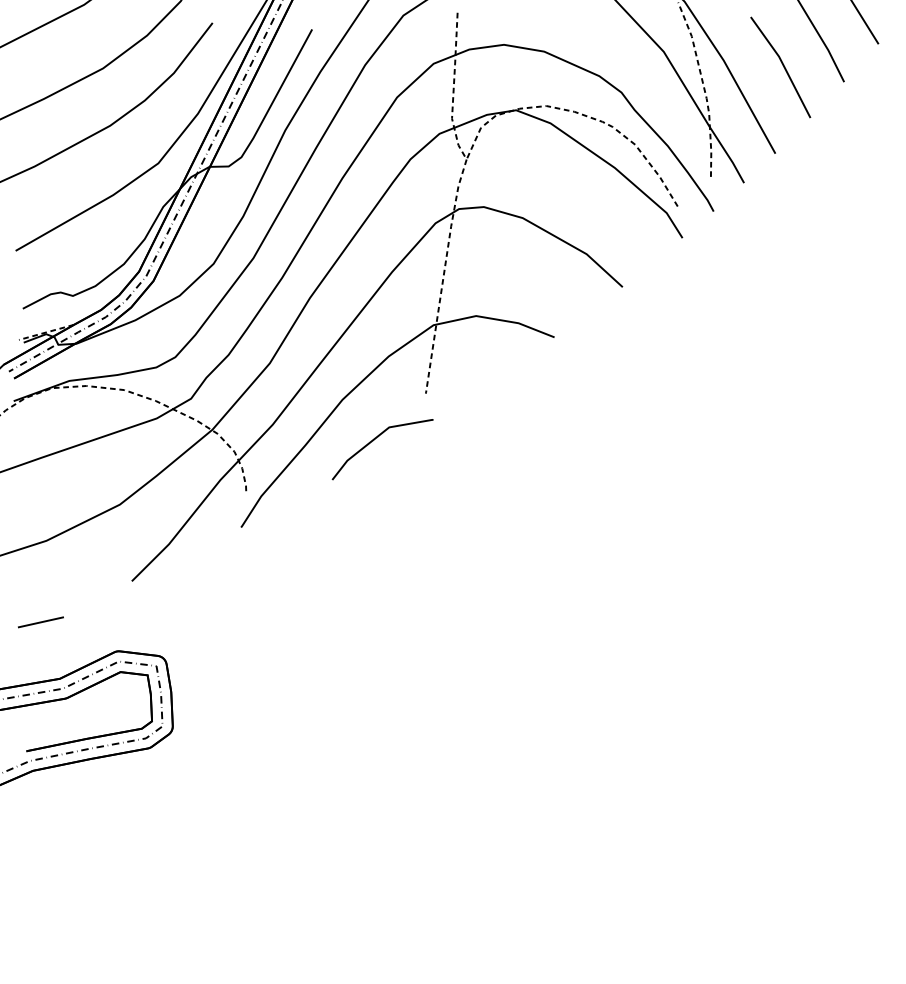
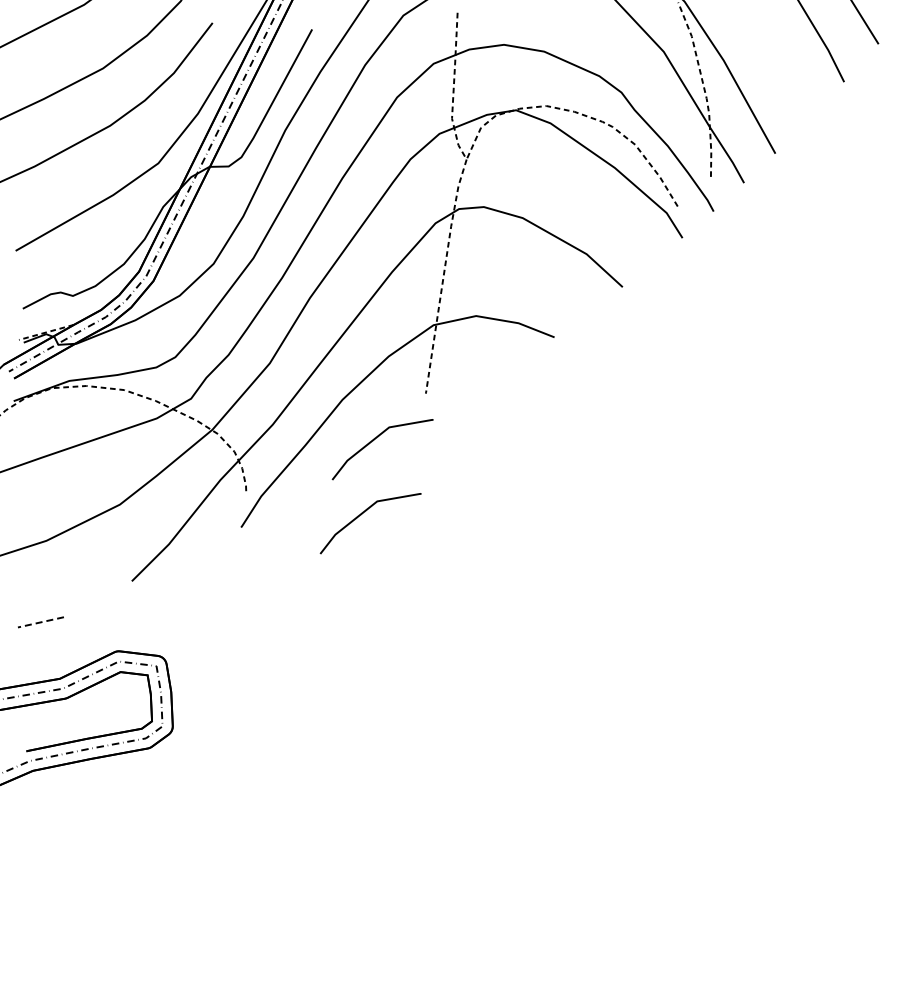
line at (782, 65): present -> none
line at (362, 514): none -> present
line at (40, 622): solid -> dashed
